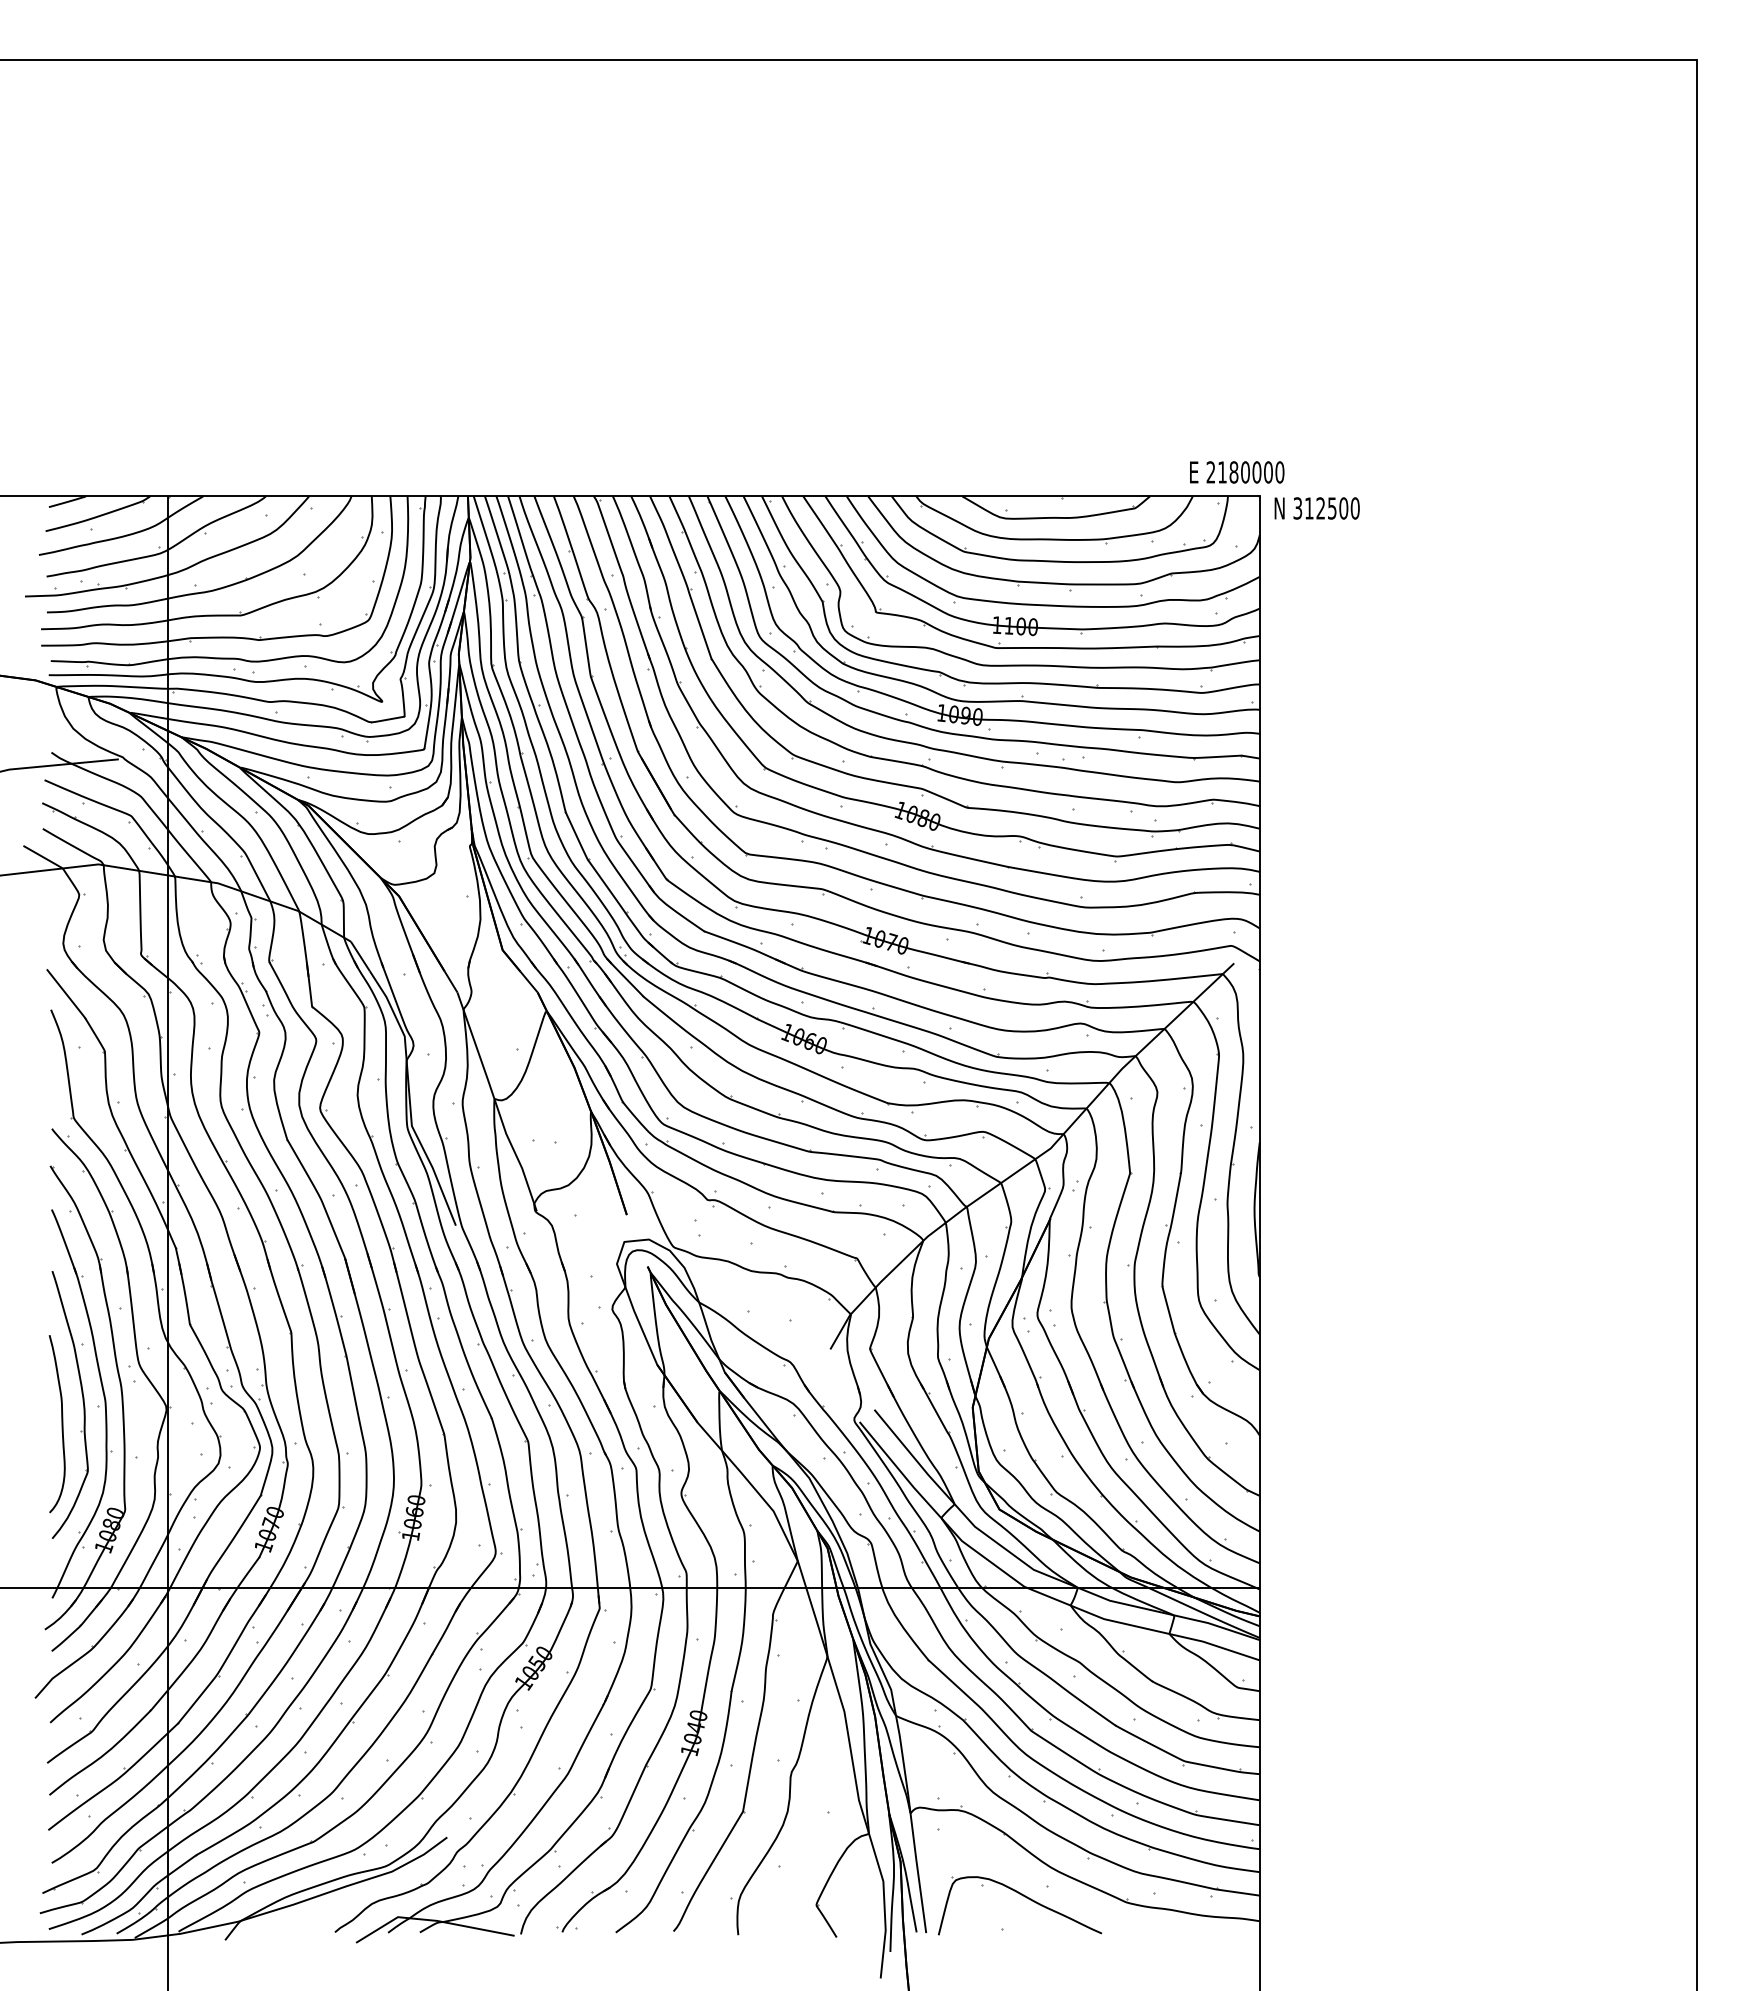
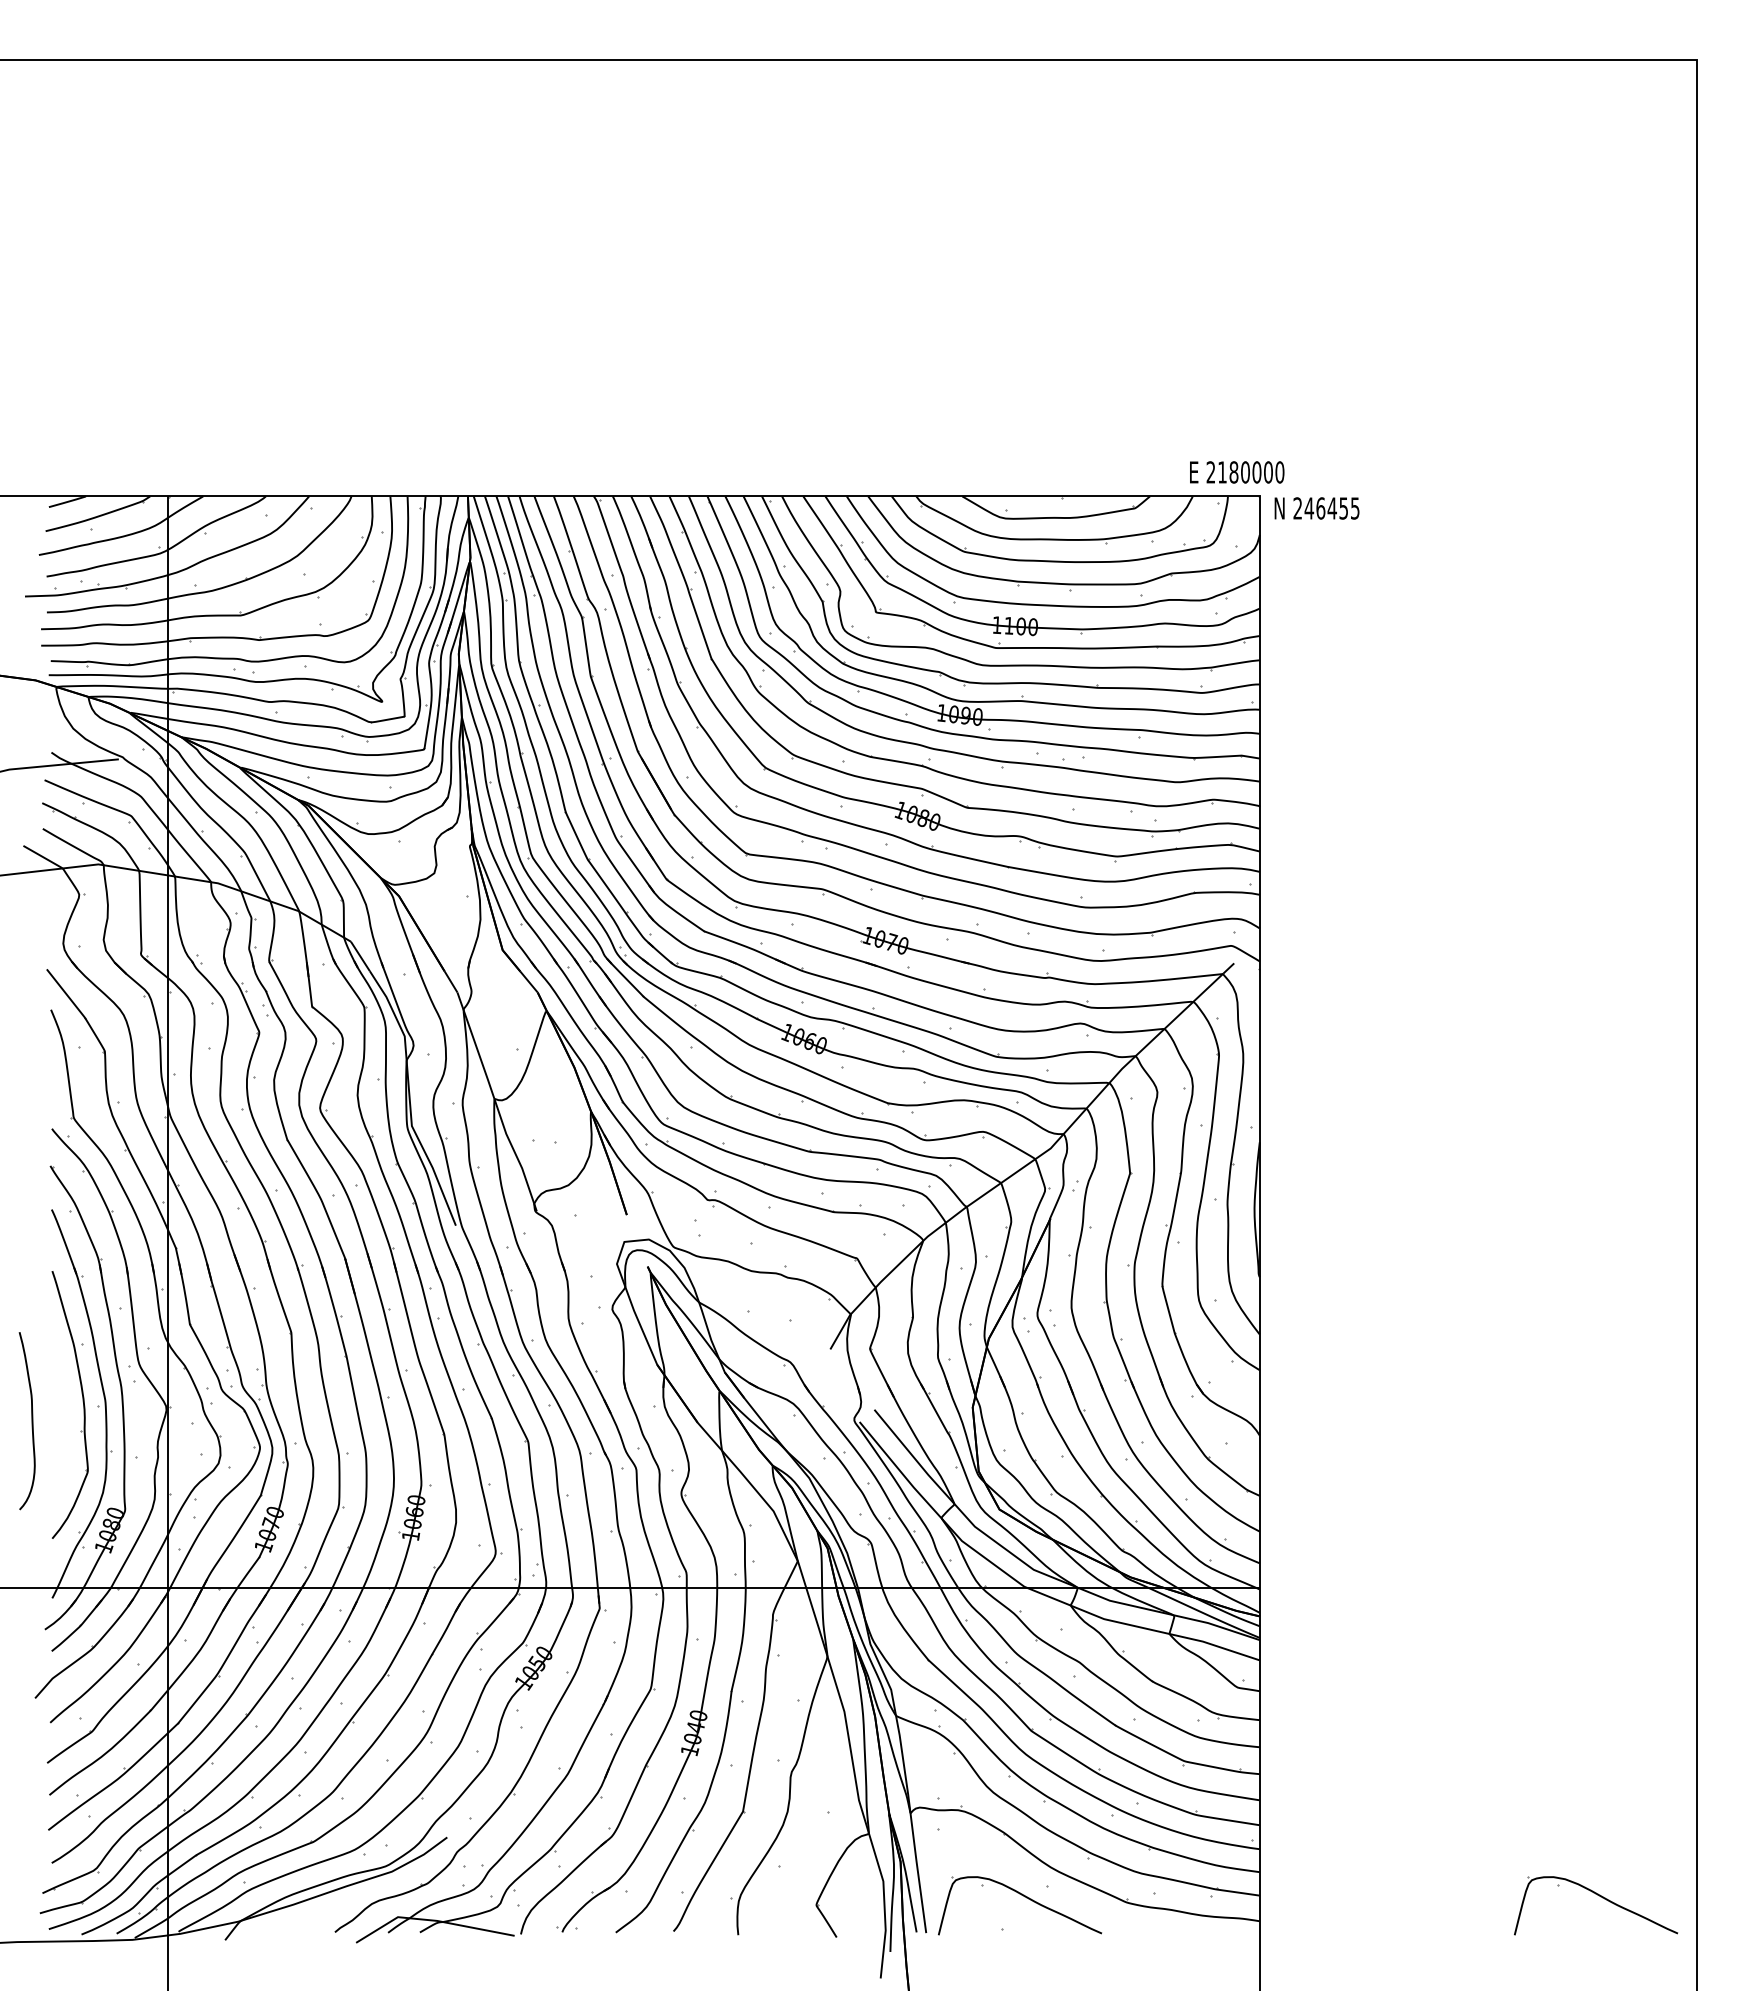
text at (1326, 508): 312500 -> 246455
curve at (61, 1424) position: (61, 1424) -> (31, 1421)
part at (1600, 1897): none -> present
